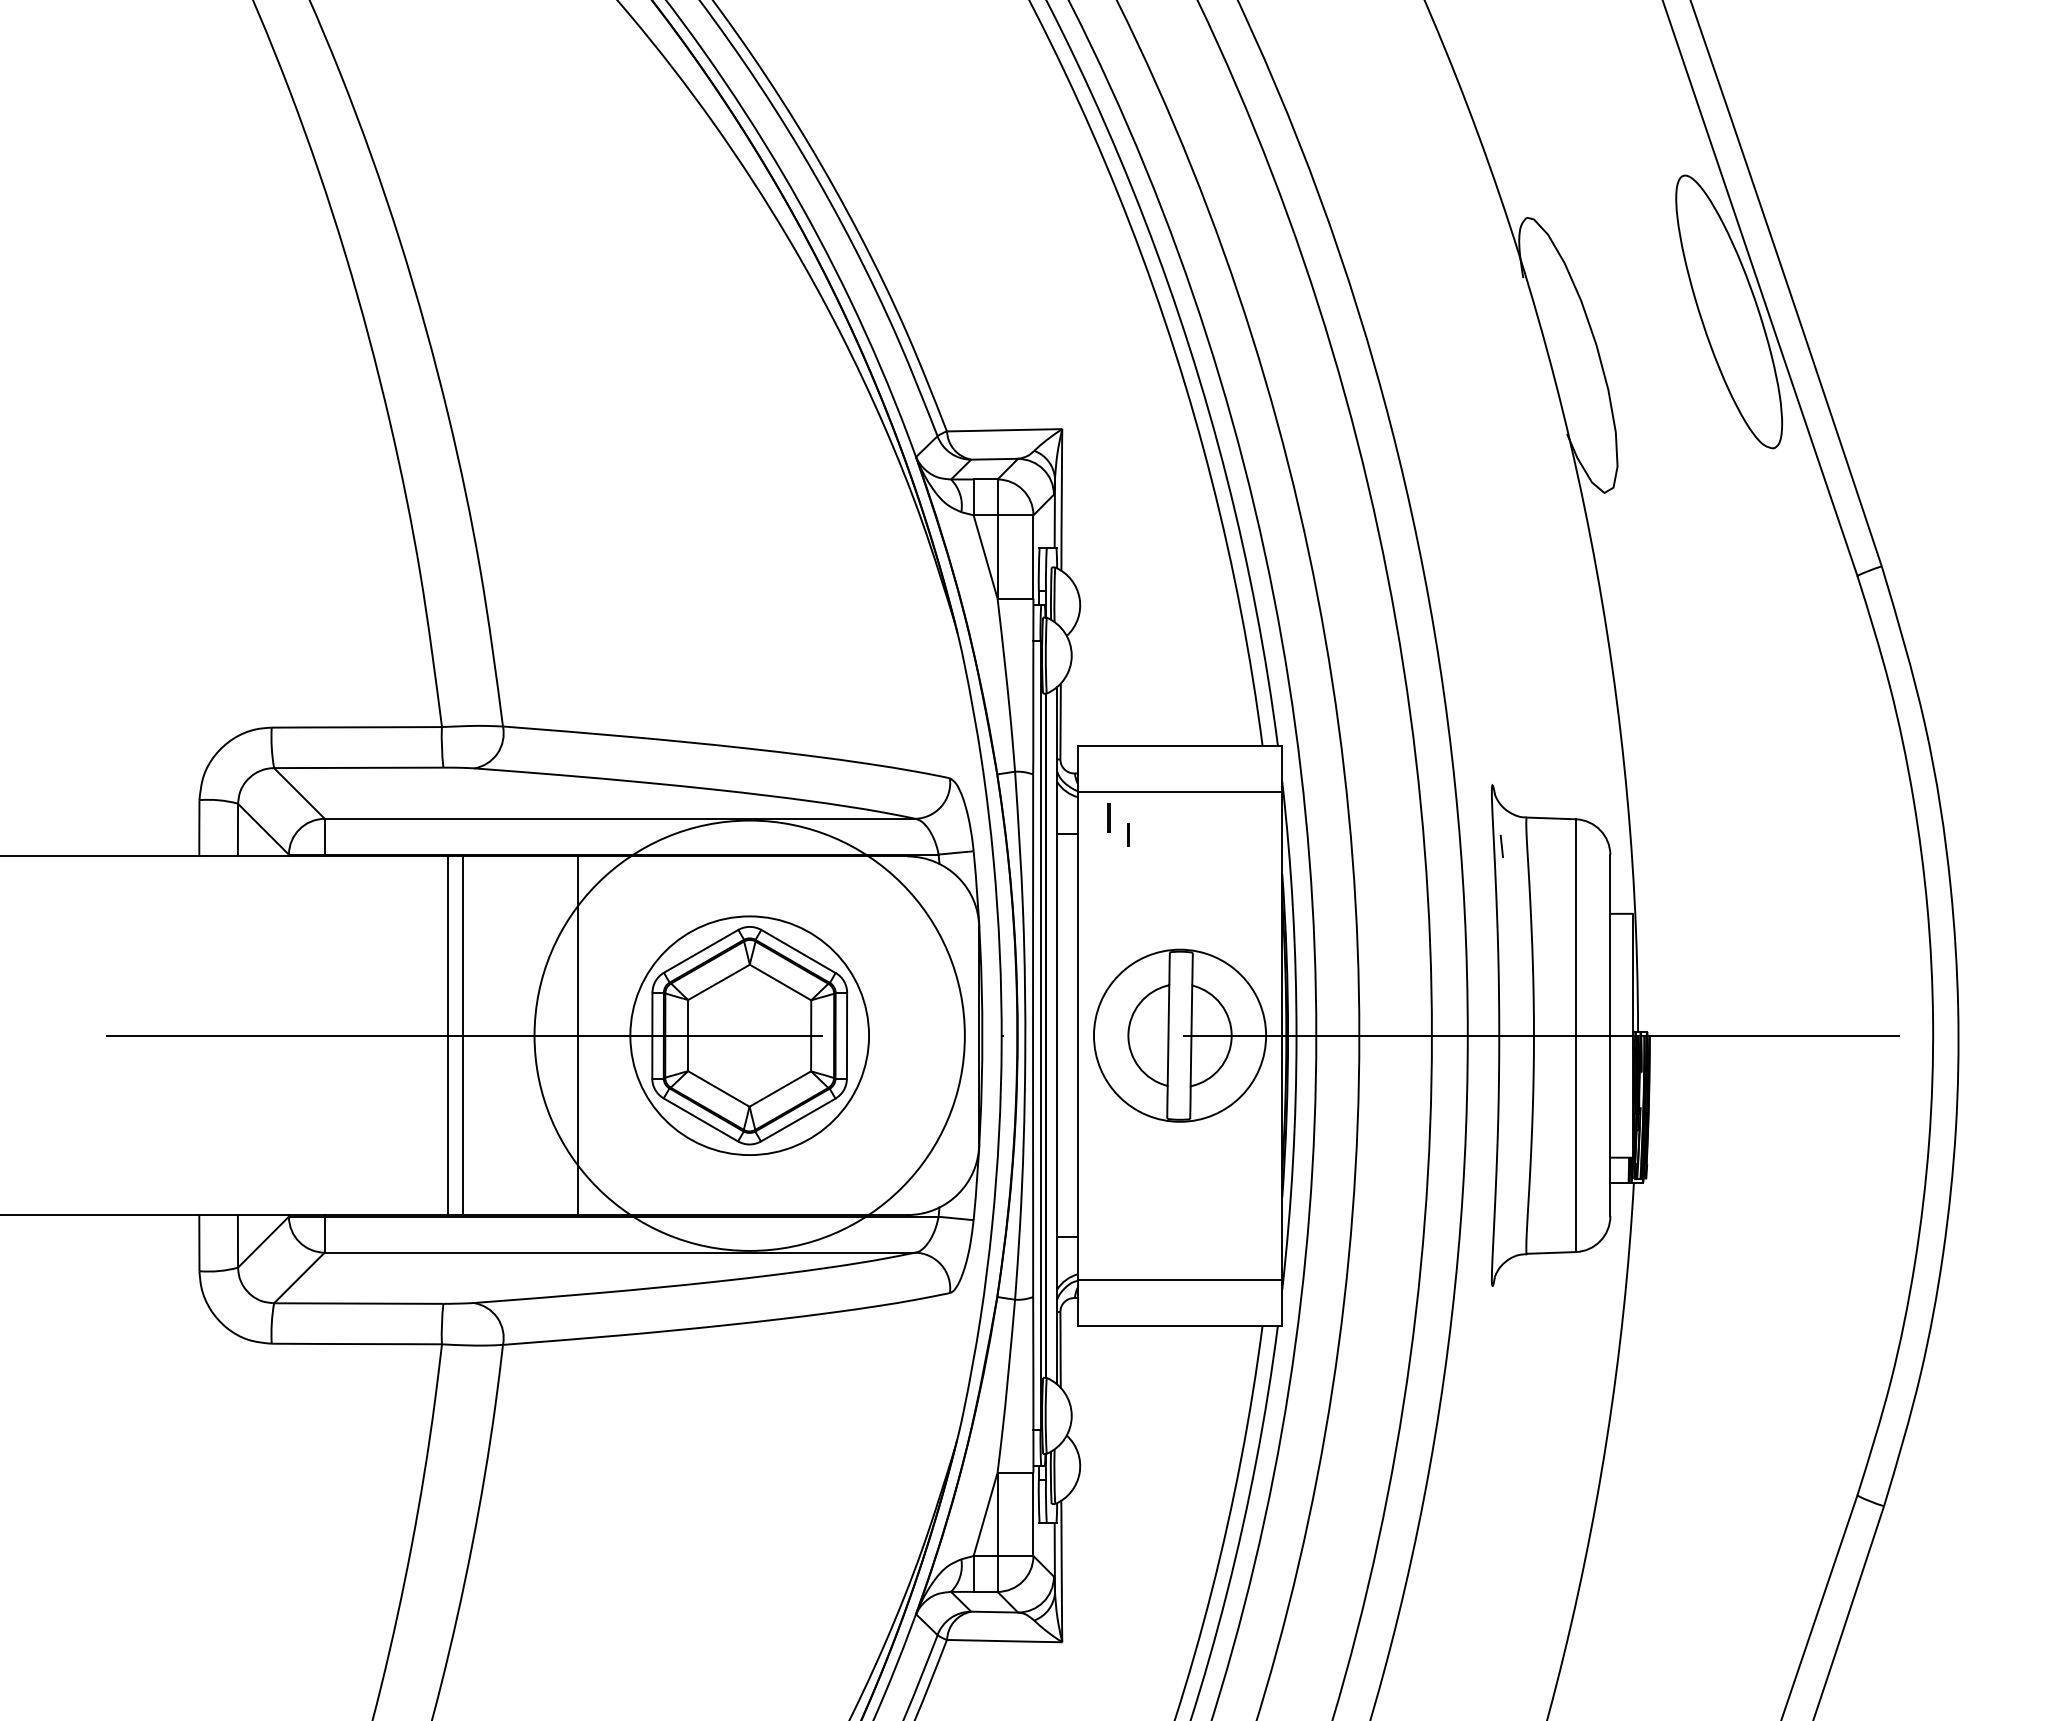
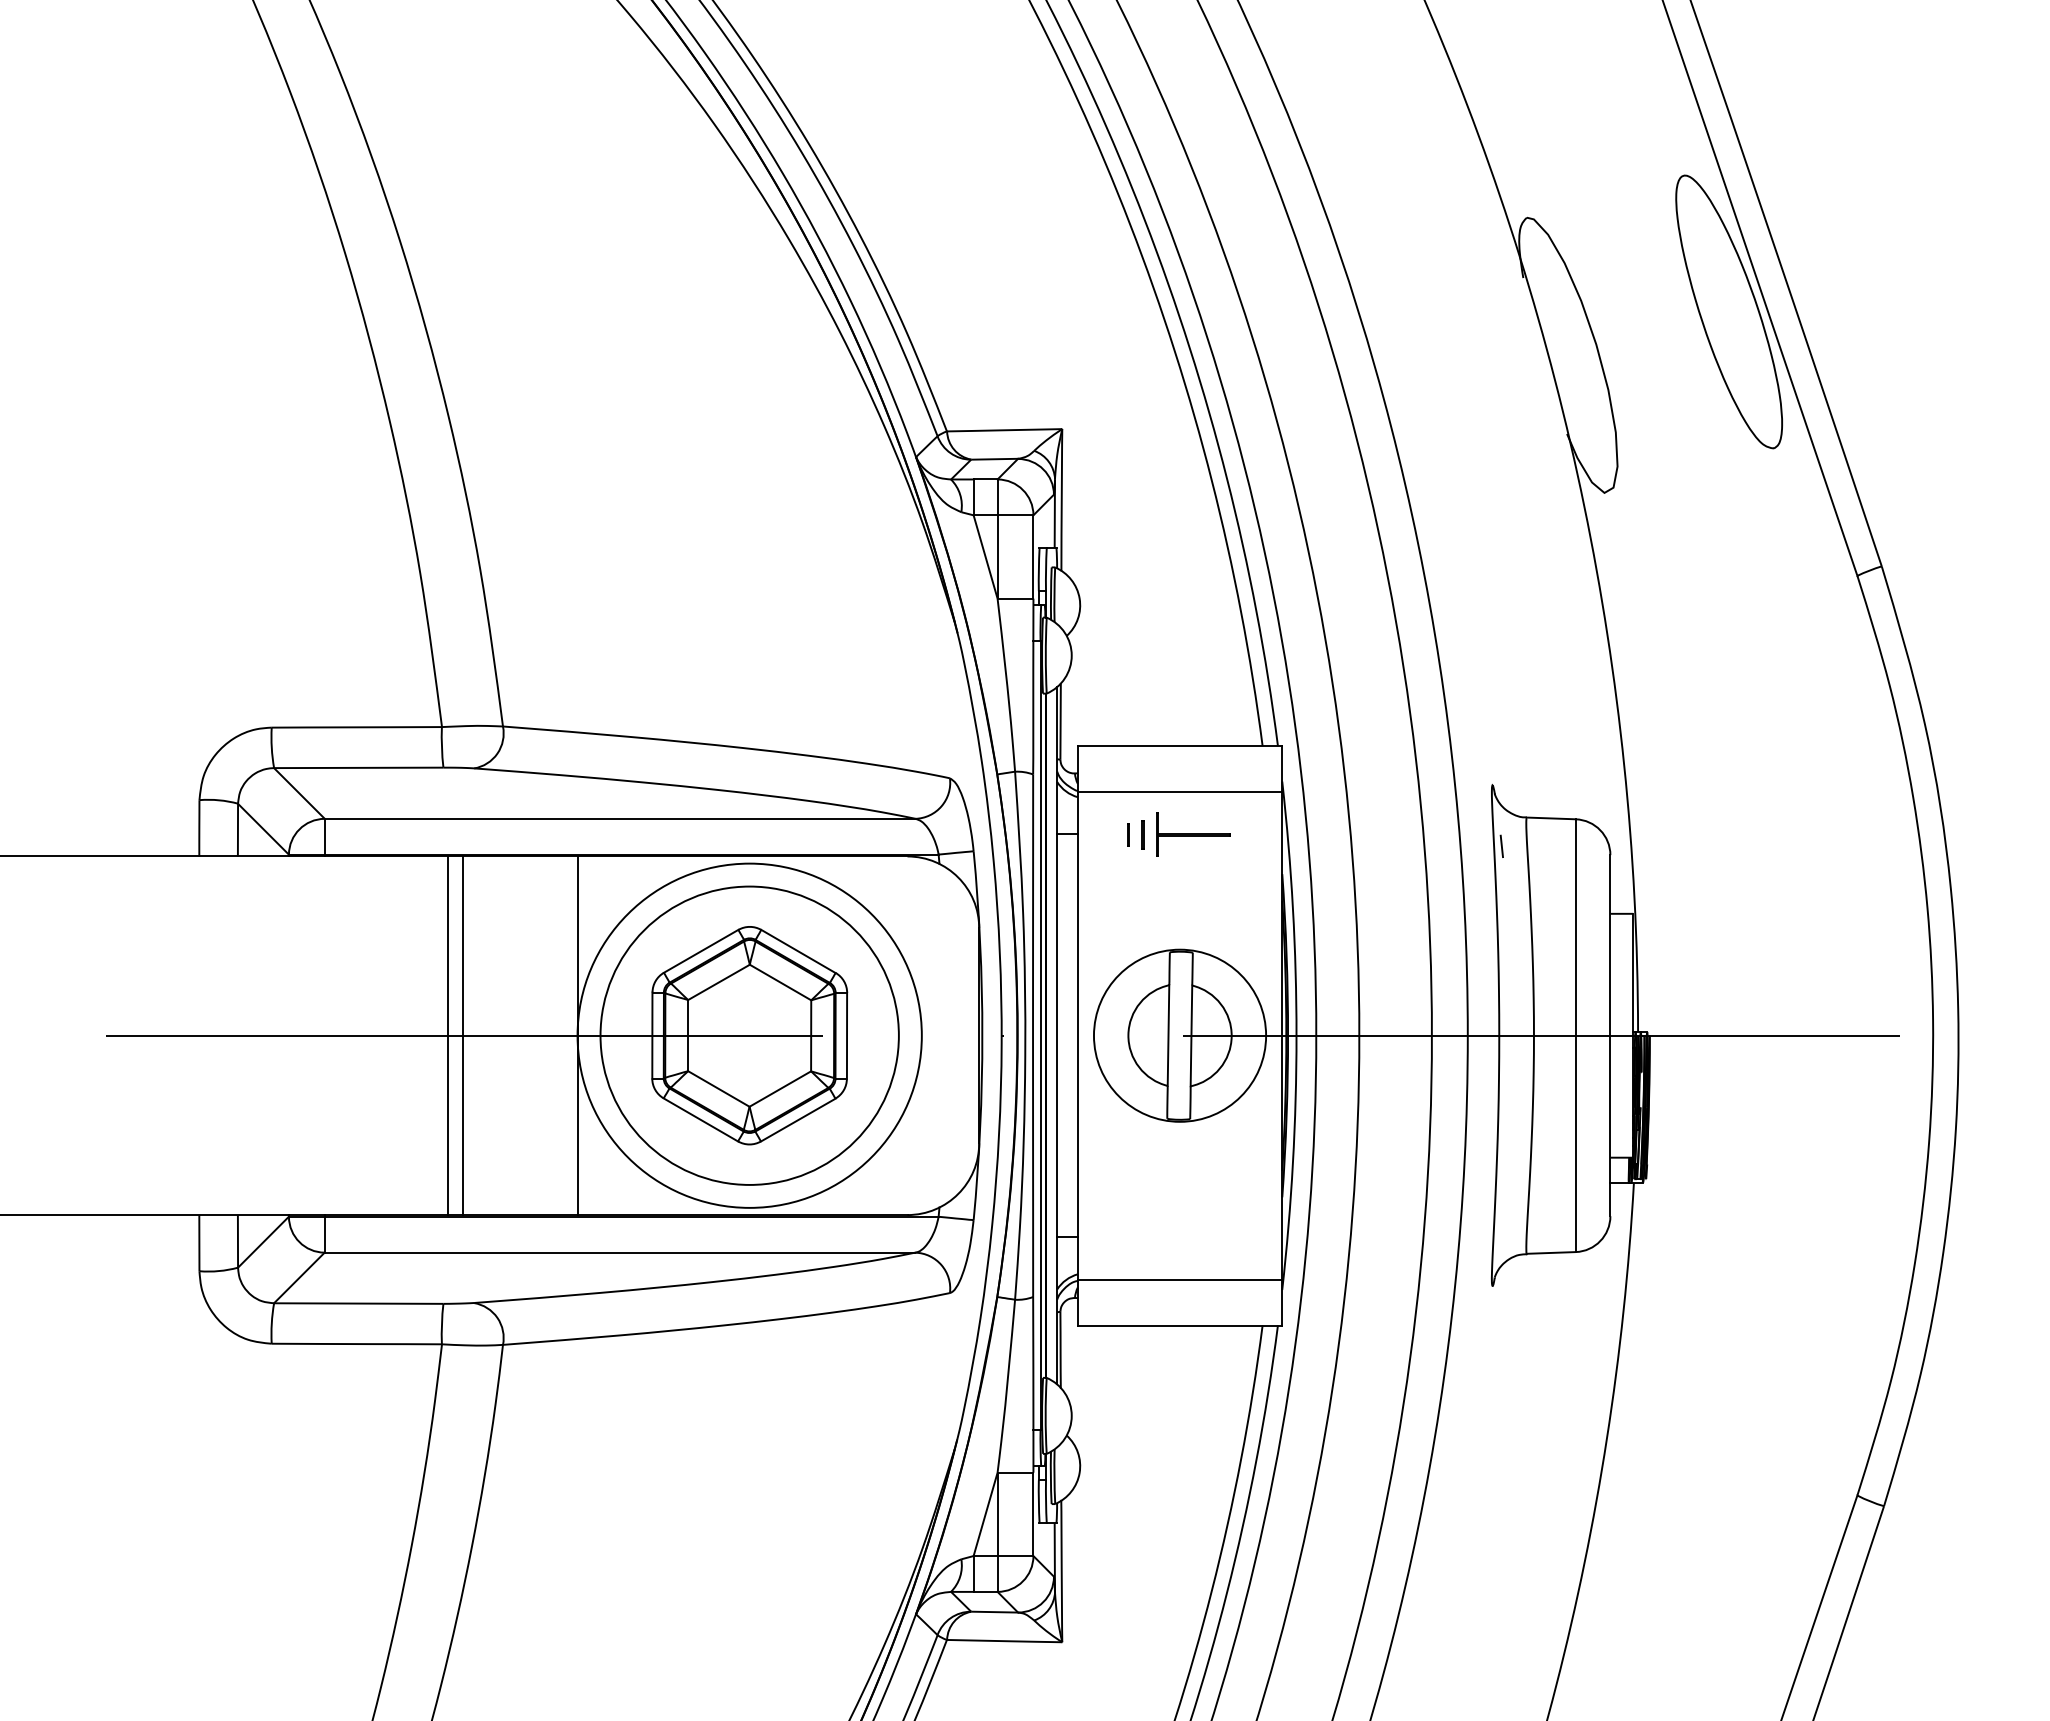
line at (1108, 817) position: (1108, 817) -> (1142, 834)
part at (1193, 834): none -> present
circle at (749, 1035) diameter: 239 px -> 298 px
circle at (749, 1035) diameter: 430 px -> 344 px
